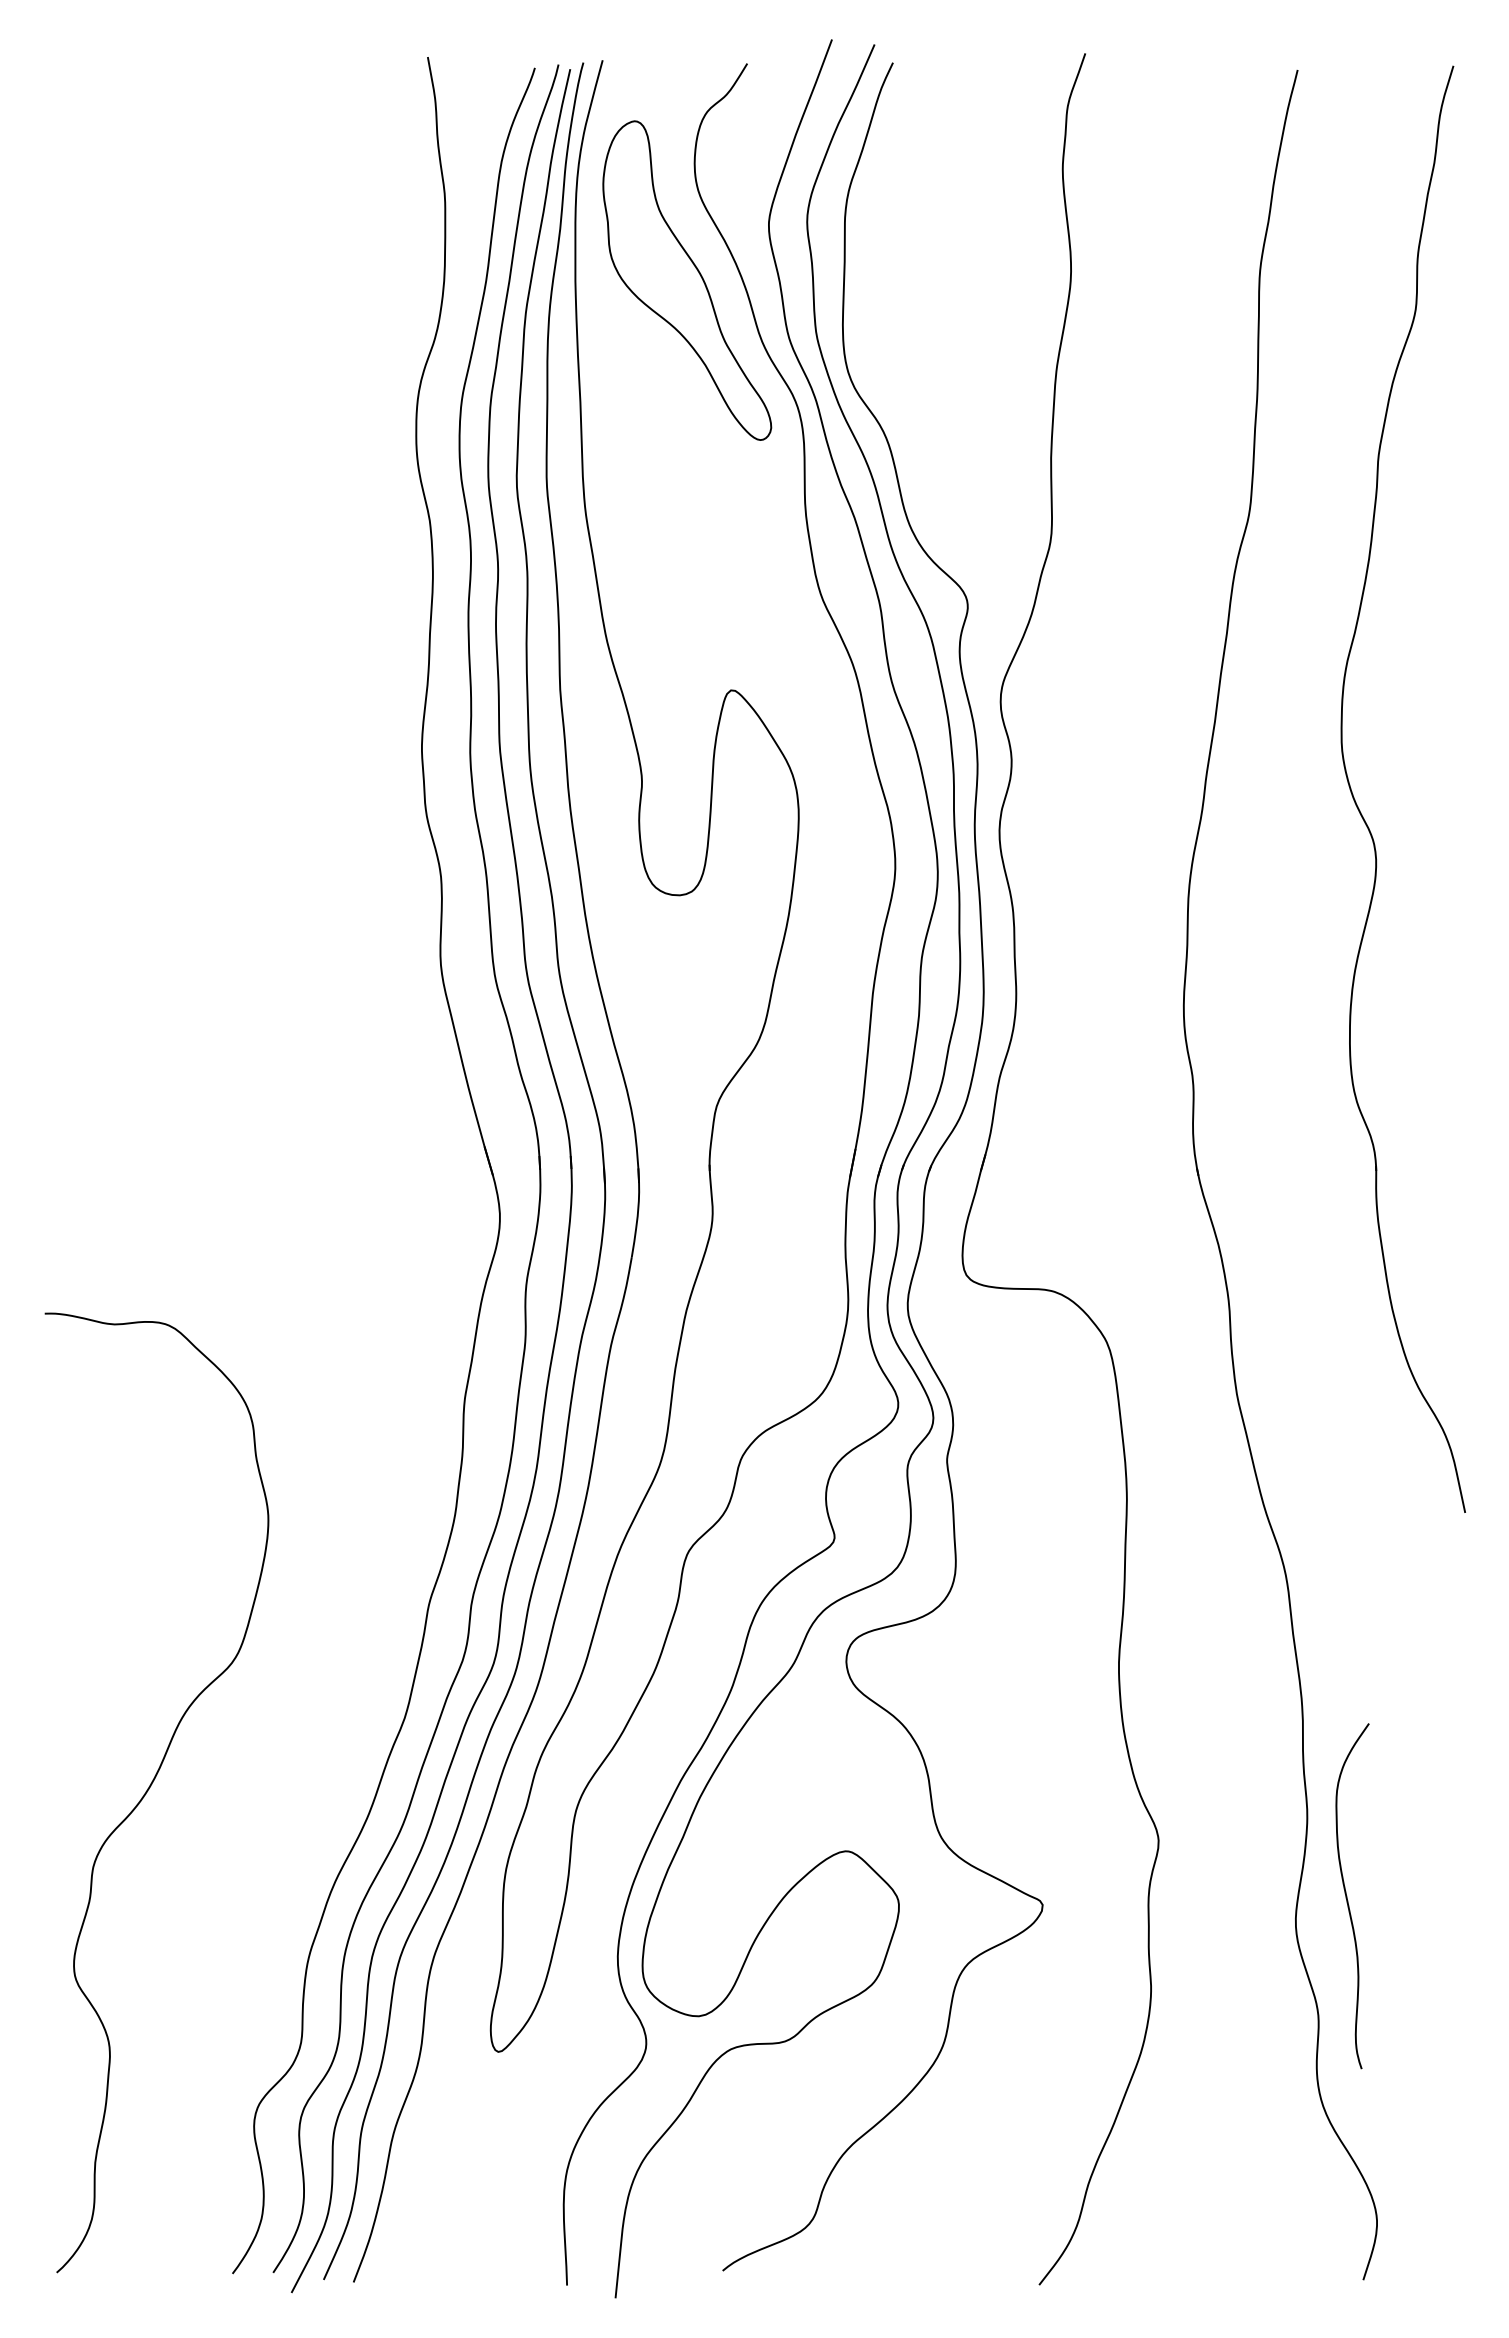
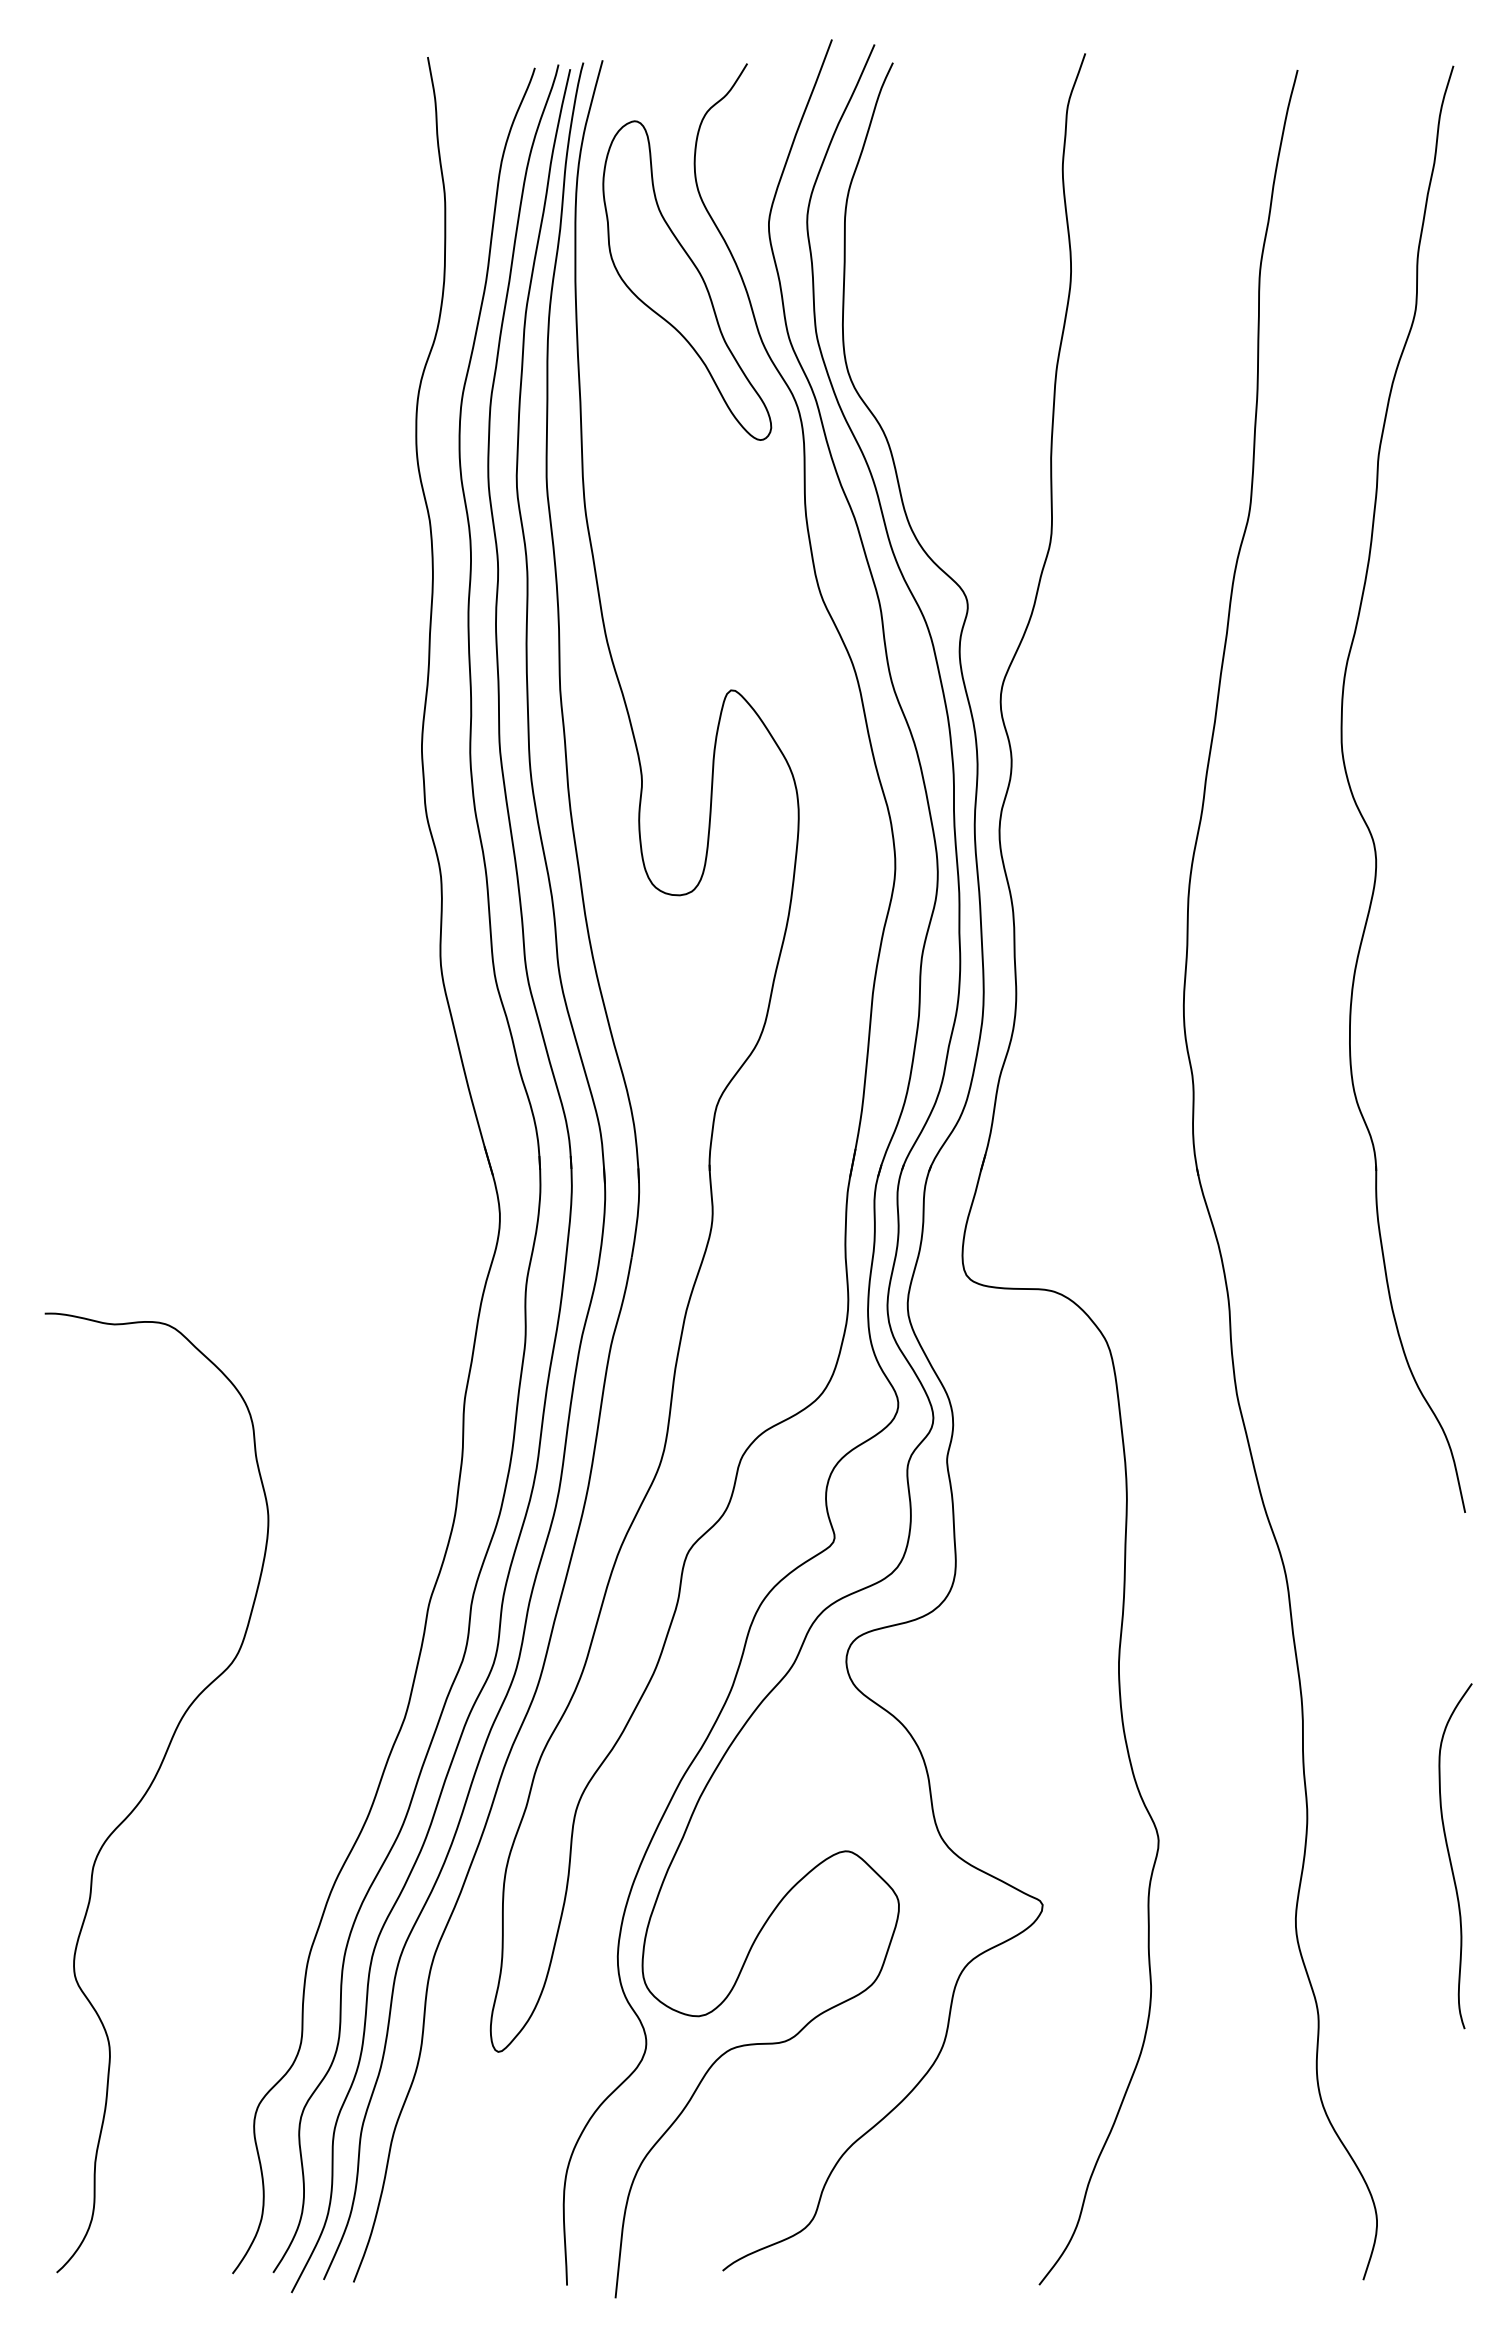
curve at (1347, 1896) position: (1347, 1896) -> (1450, 1856)
